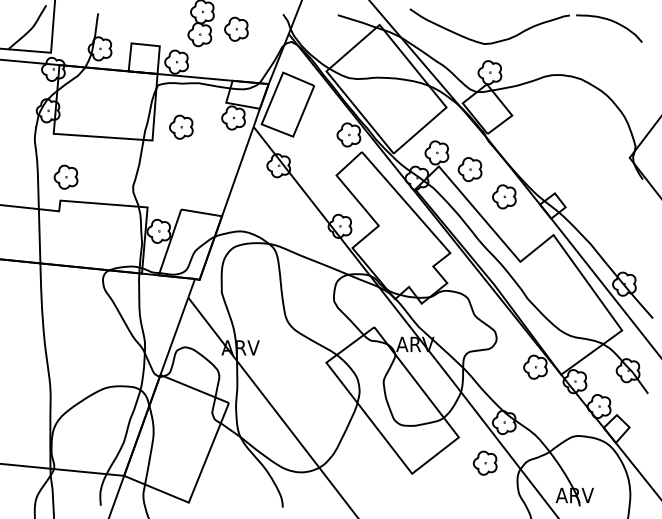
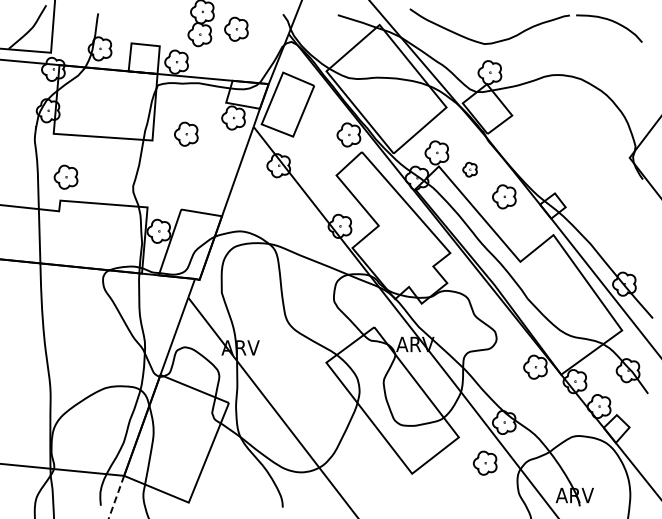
part at (181, 126) position: (181, 126) -> (186, 133)
part at (469, 169) size: 26x26 px -> 16x17 px
line at (116, 497): solid -> dashed
